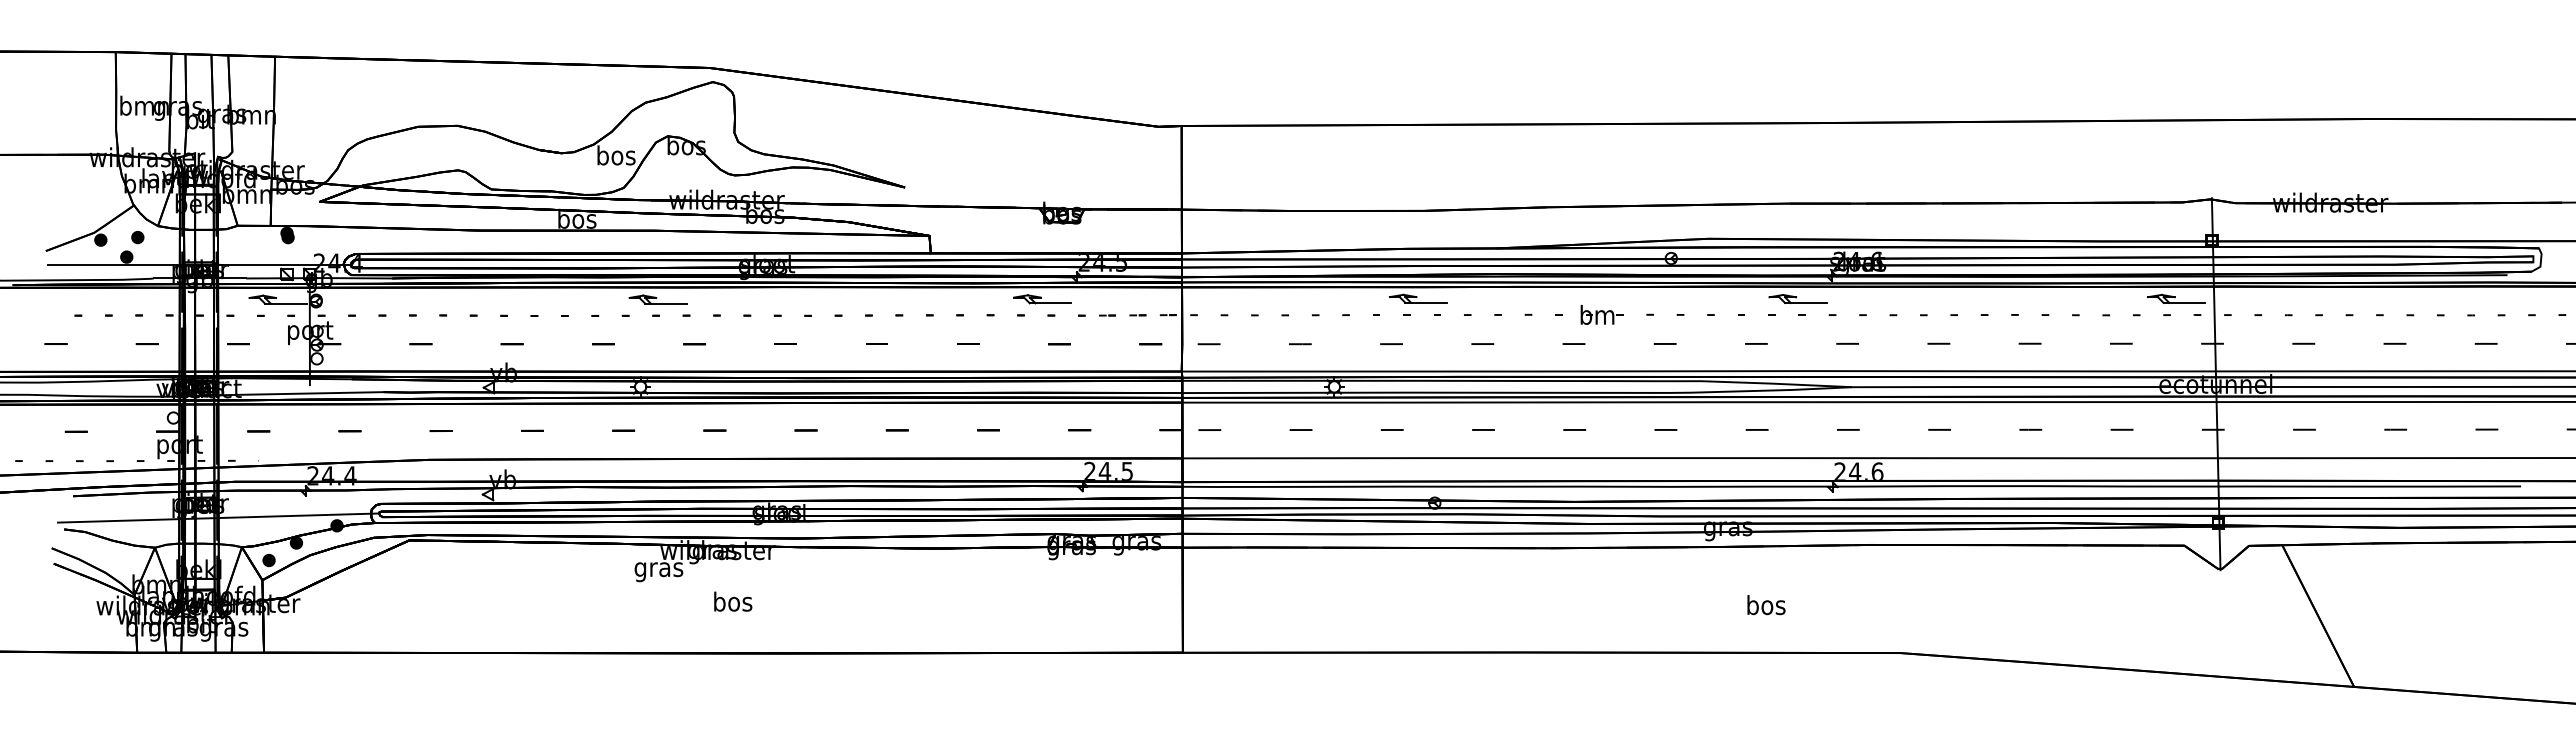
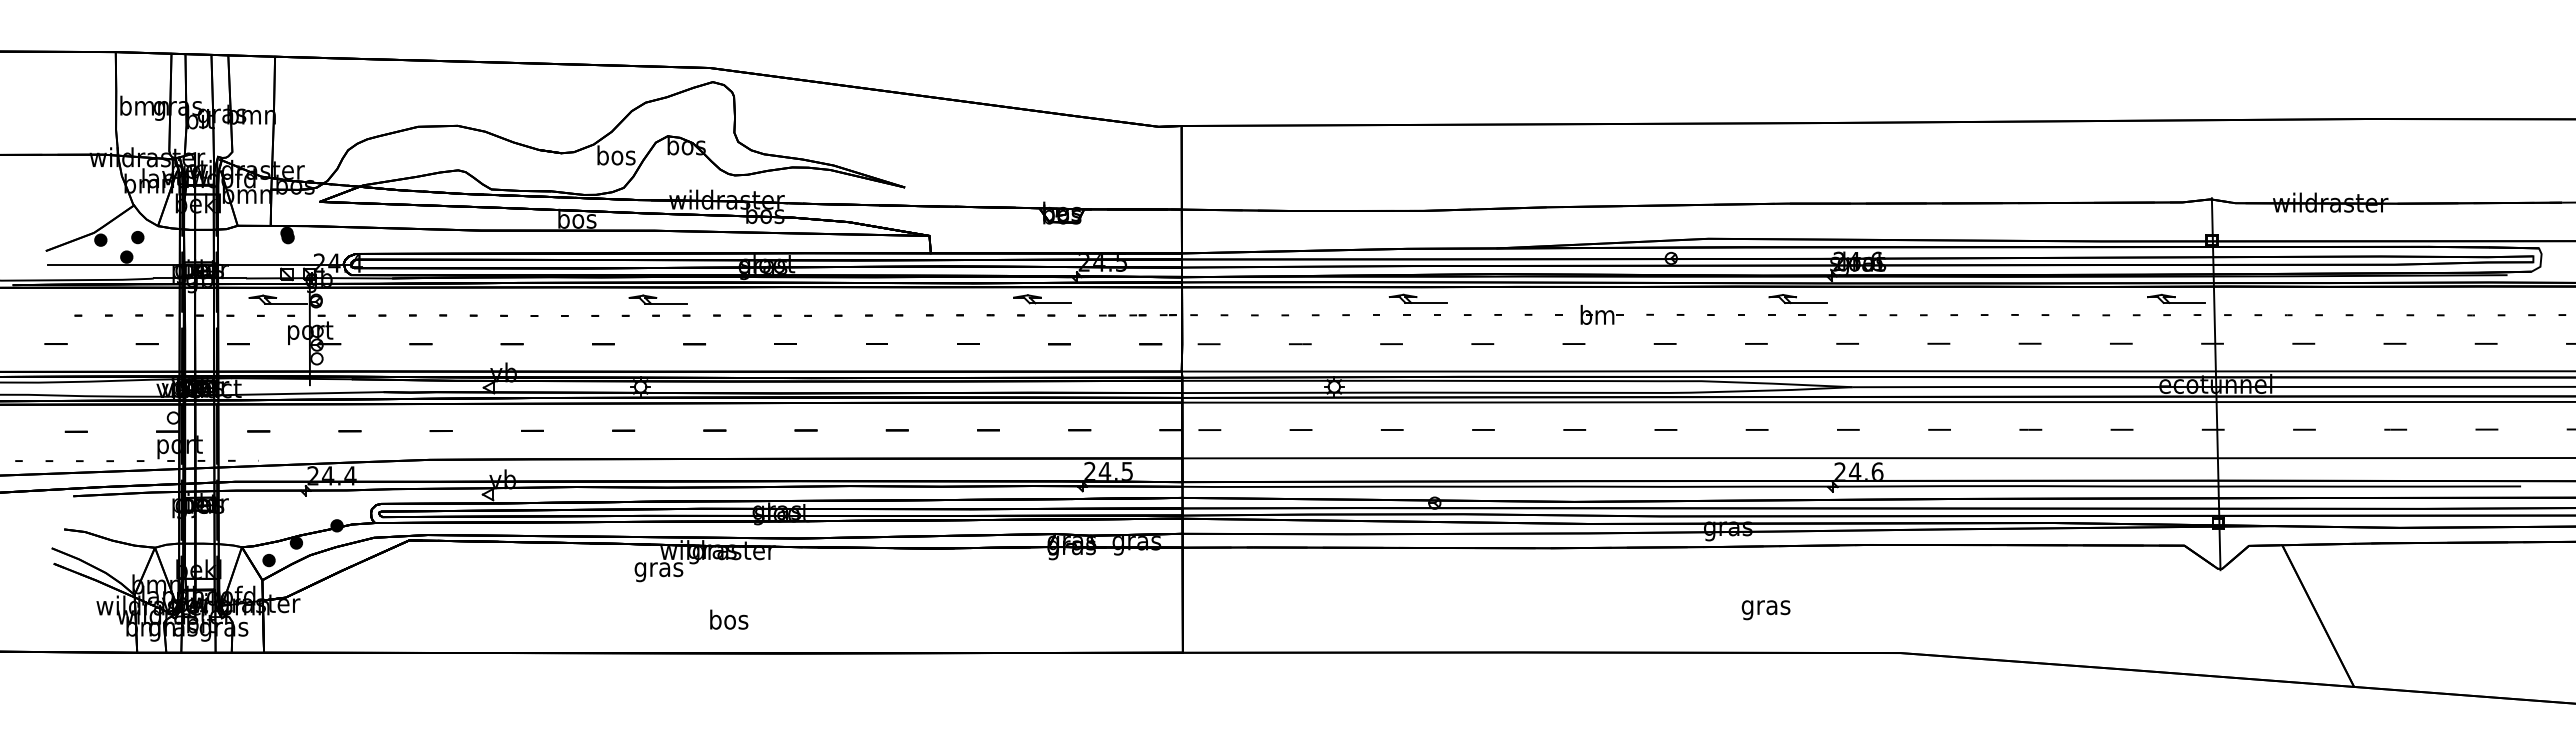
line at (218, 517): present -> none
text at (733, 601) position: (733, 601) -> (729, 619)
text at (1765, 607): bos -> gras
